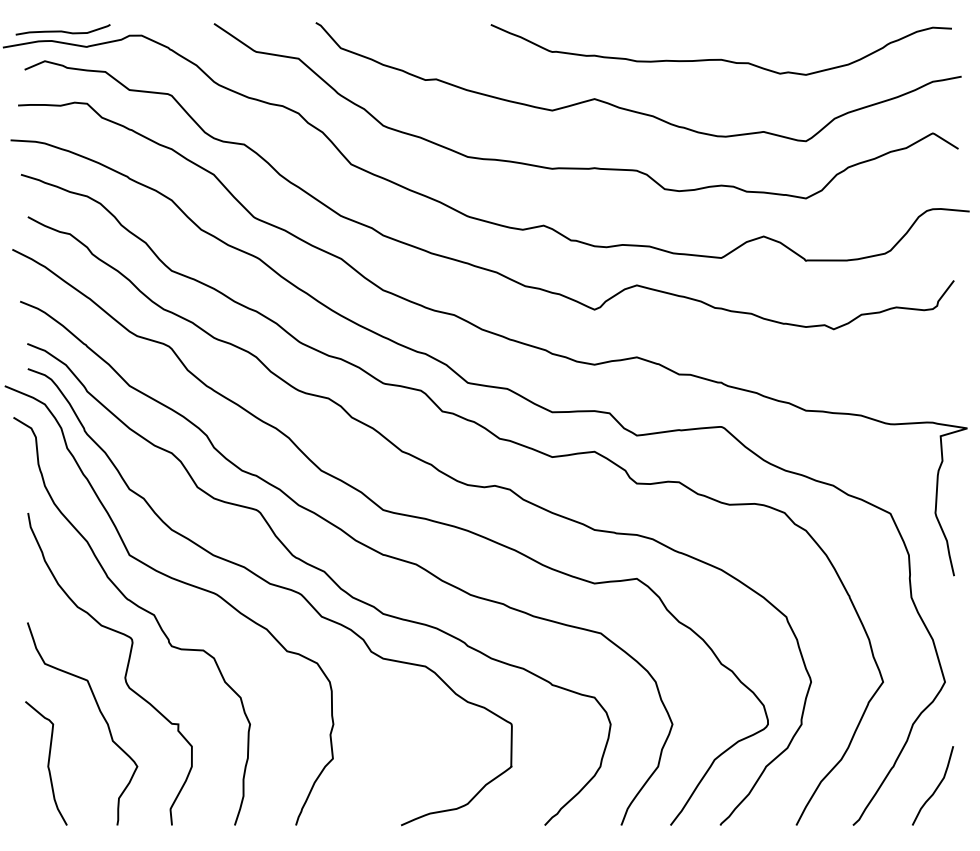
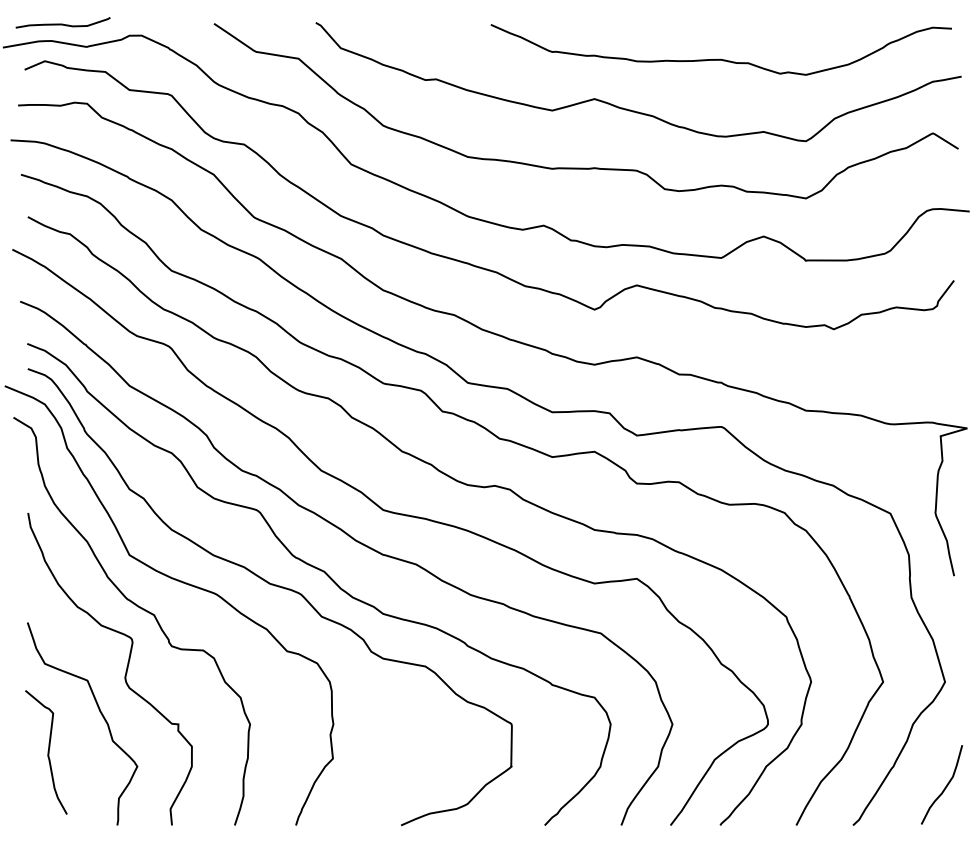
curve at (62, 30) position: (62, 30) -> (62, 23)
curve at (47, 763) position: (47, 763) -> (47, 752)
curve at (936, 787) position: (936, 787) -> (945, 786)
